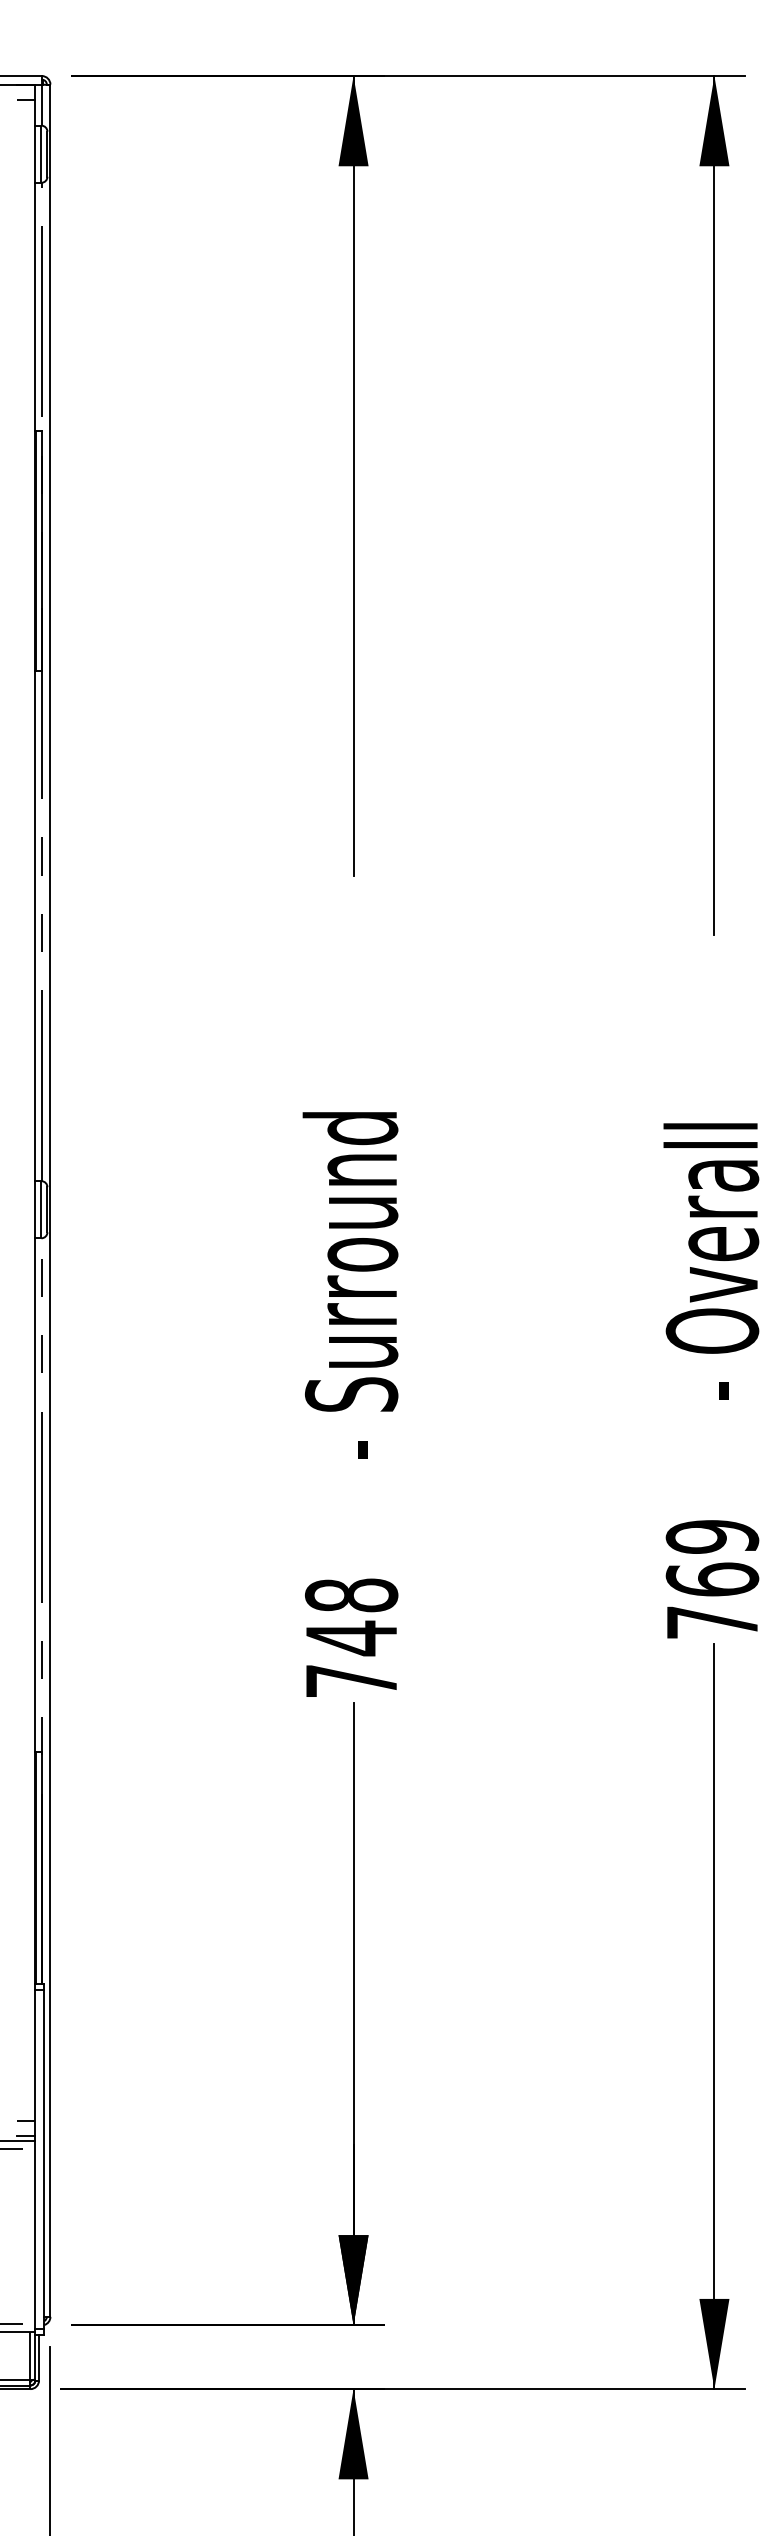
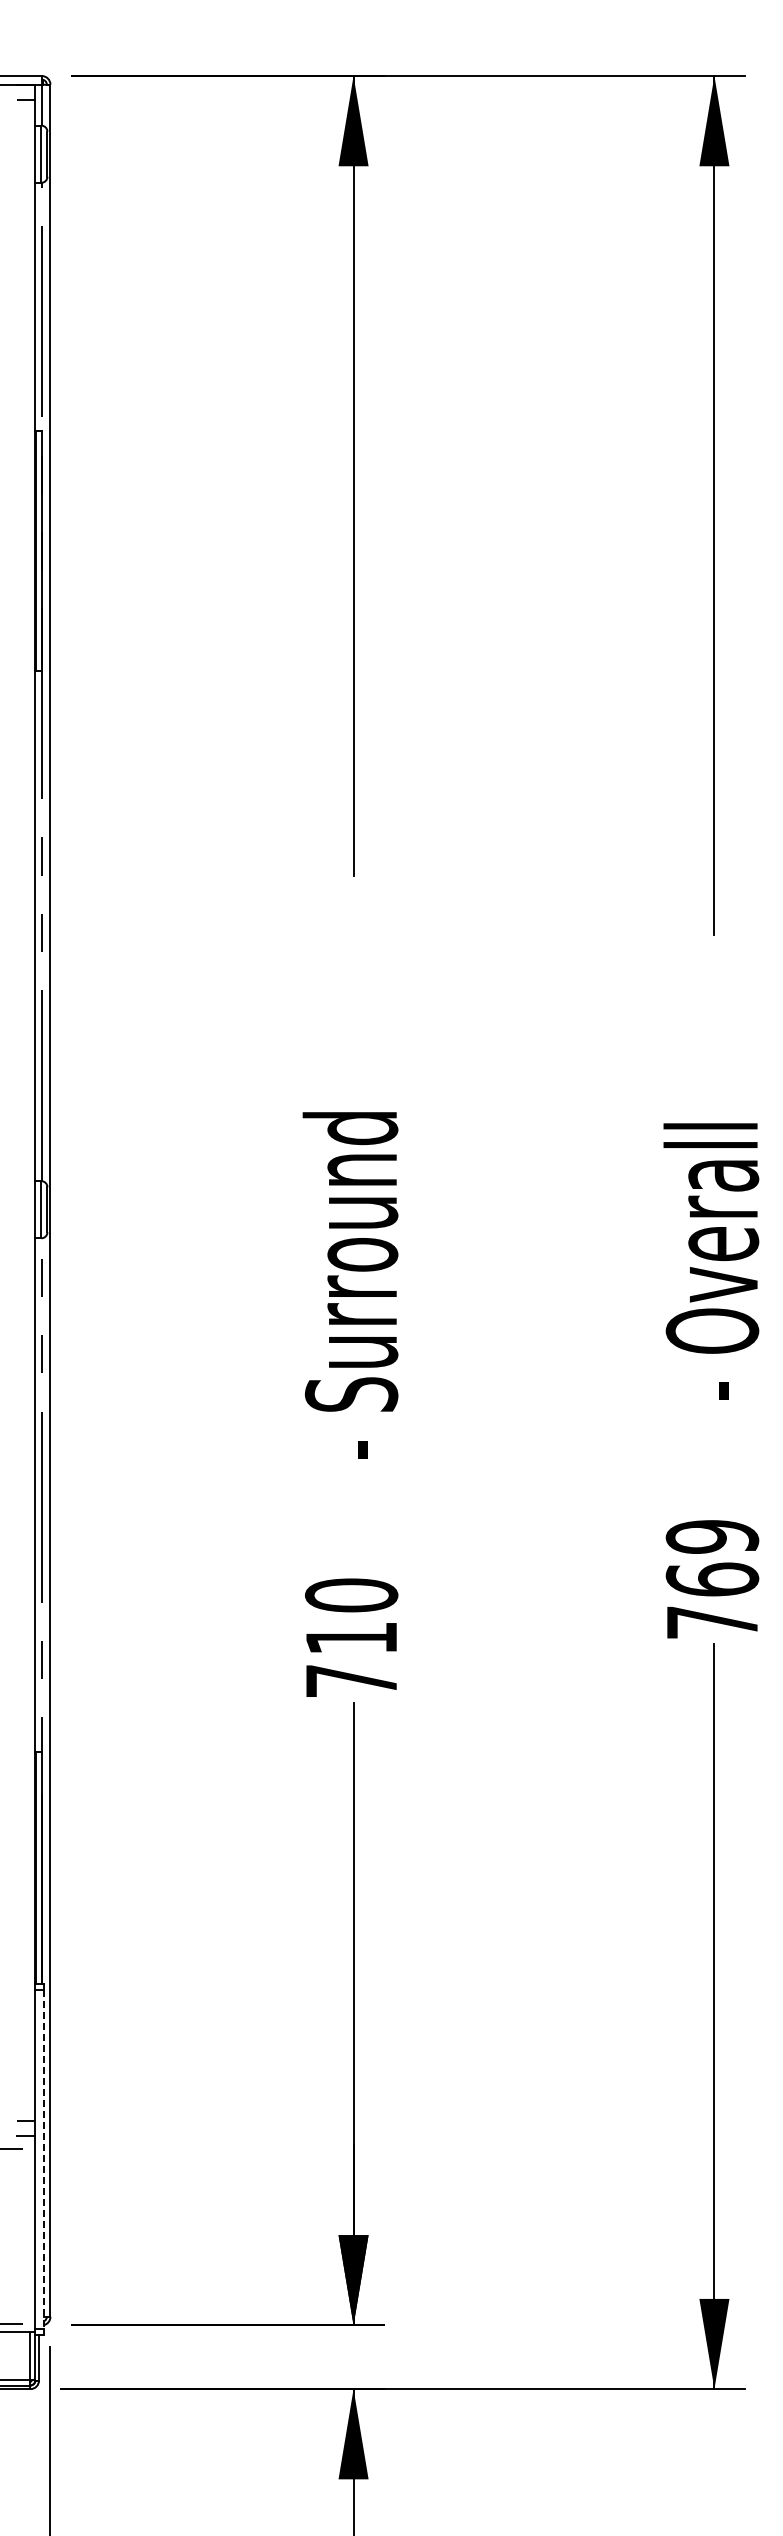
text at (351, 1617): 748 -> 710
line at (18, 2141): present -> none
line at (44, 2160): solid -> dashed
